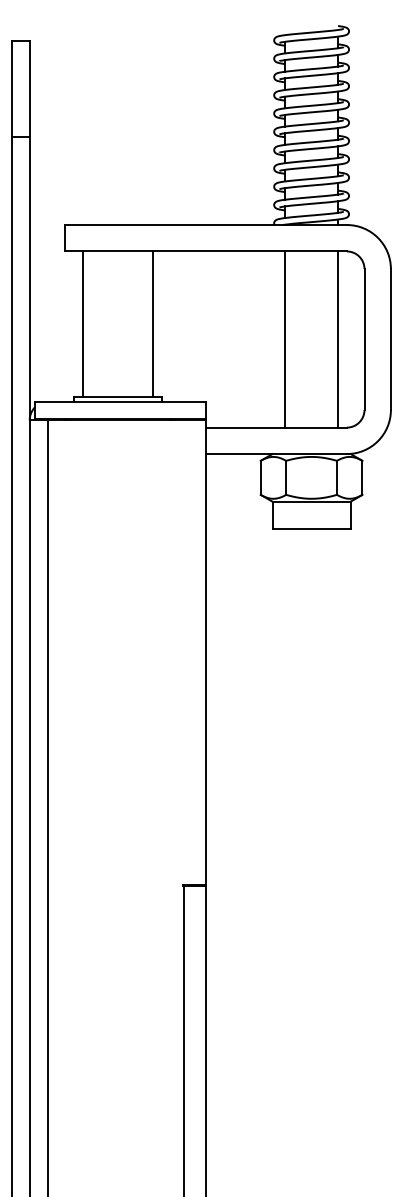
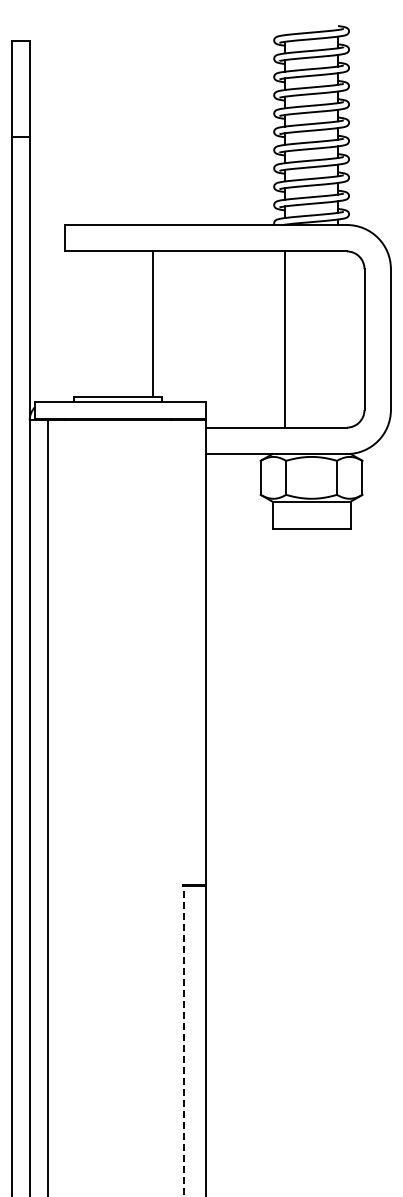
line at (82, 324): present -> none
line at (338, 339): present -> none
line at (183, 1041): solid -> dashed
